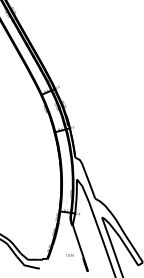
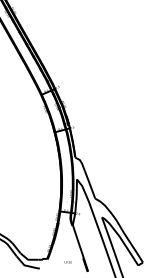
text at (69, 255) position: (69, 255) -> (67, 262)
